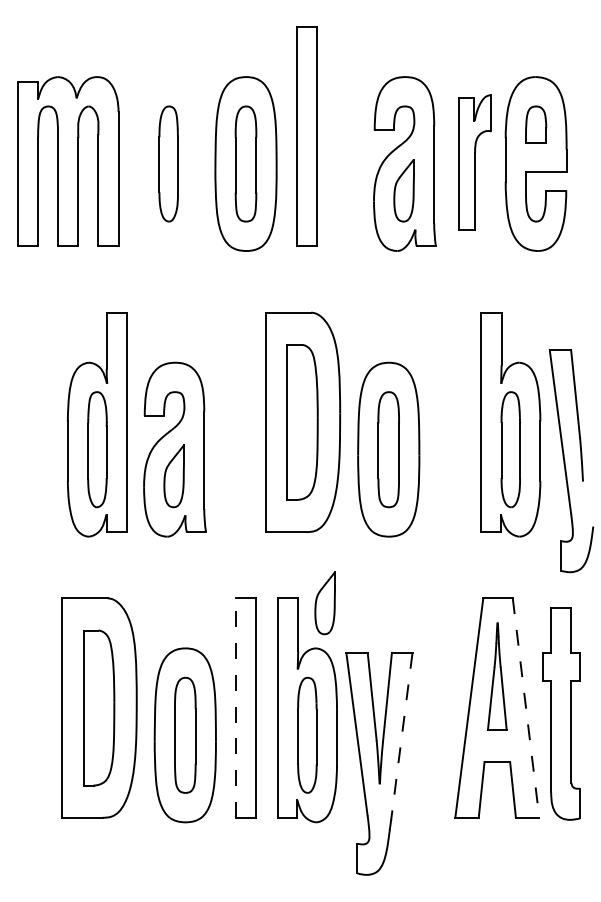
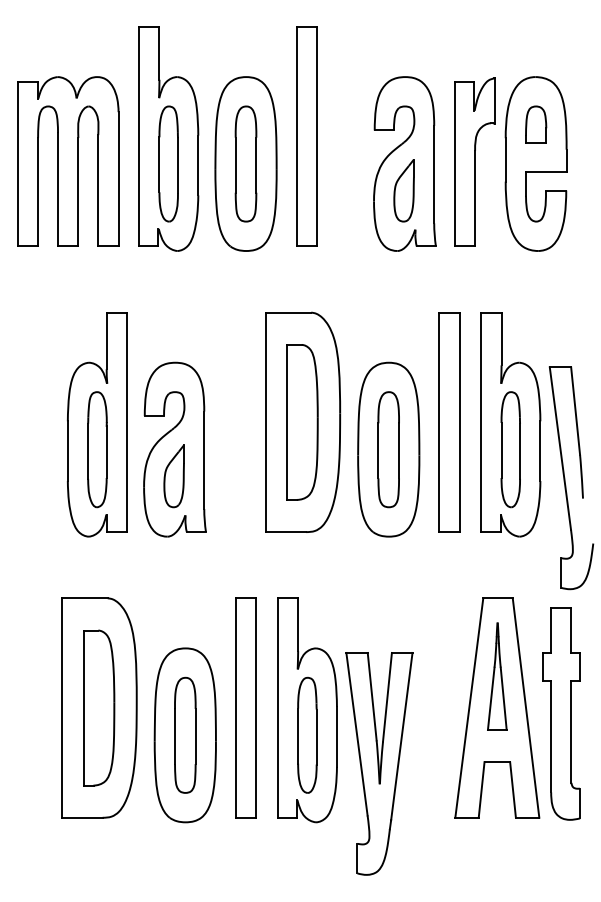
part at (168, 138): none -> present
part at (474, 162) size: 34x137 px -> 42x170 px
part at (449, 422): none -> present
part at (571, 461) position: (571, 461) -> (571, 478)
part at (324, 603): present -> none
line at (235, 708): dashed -> solid
line at (526, 708): dashed -> solid
line at (401, 737): dashed -> solid
